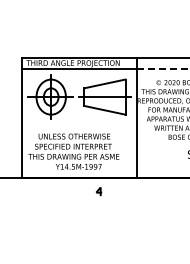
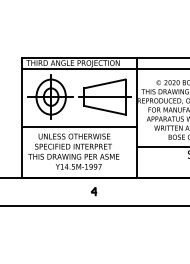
line at (164, 69): dashed -> solid
line at (79, 126): none -> present
line at (161, 146): none -> present
part at (99, 191) position: (99, 191) -> (94, 191)
line at (94, 205): none -> present
